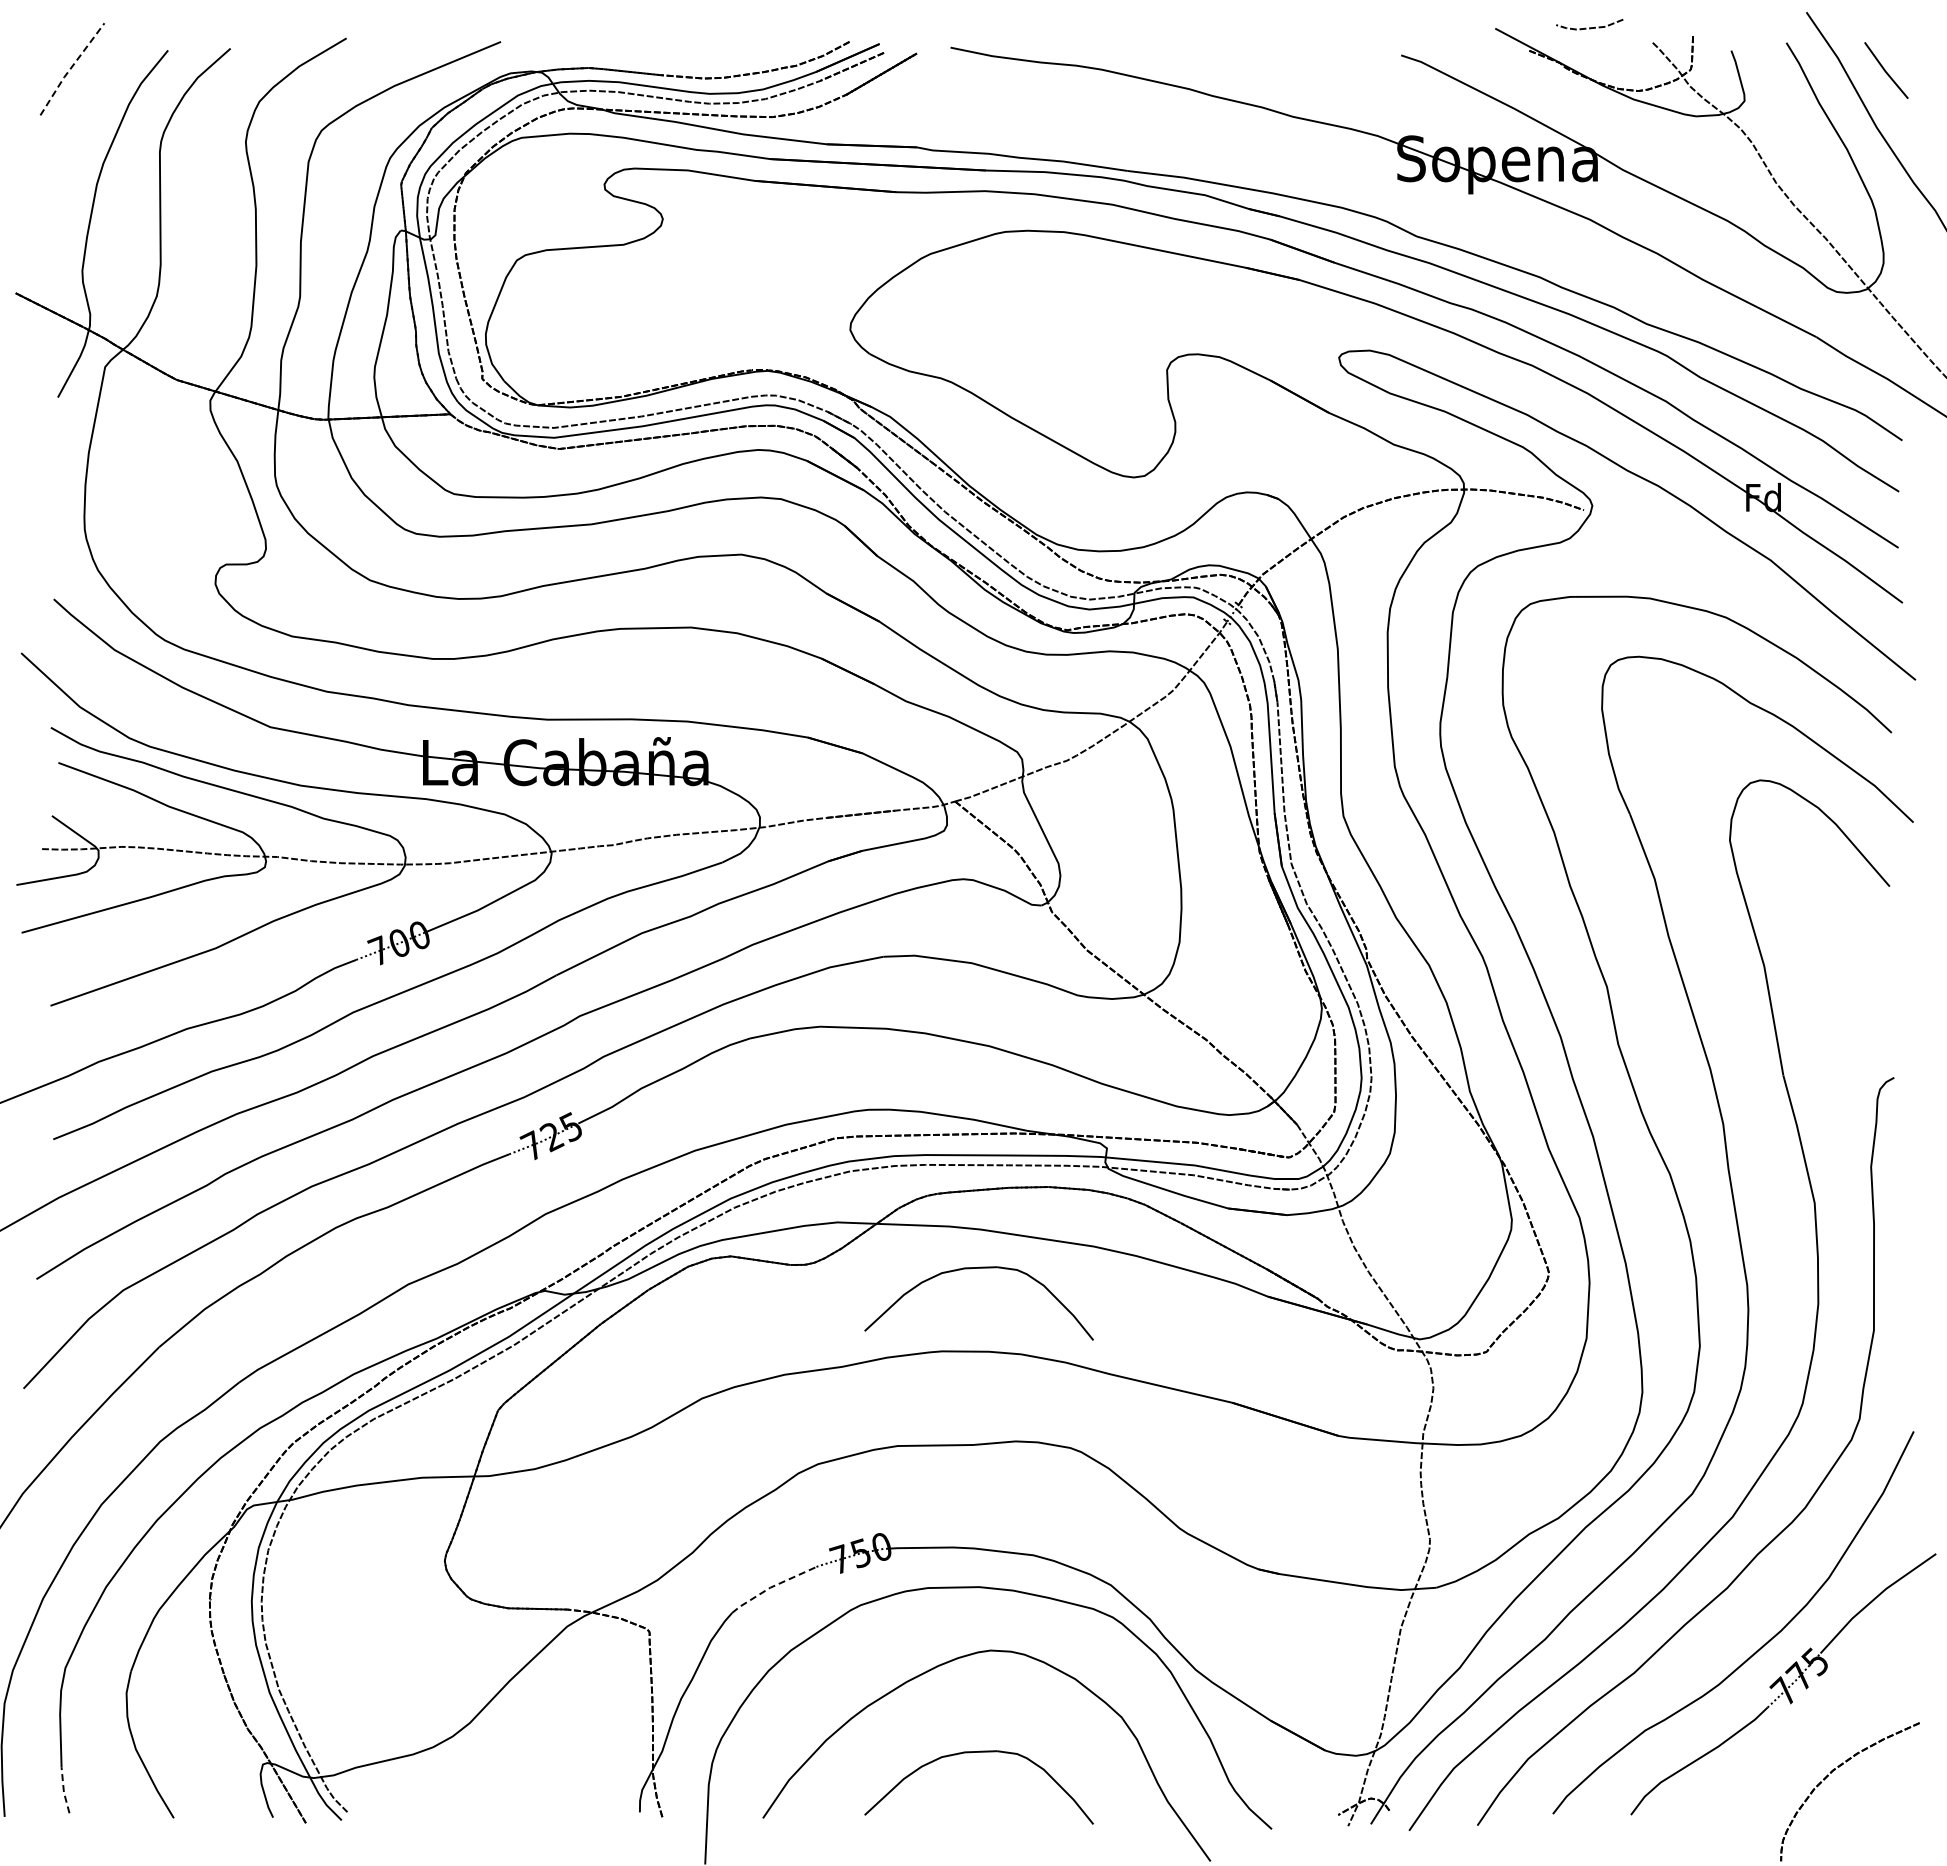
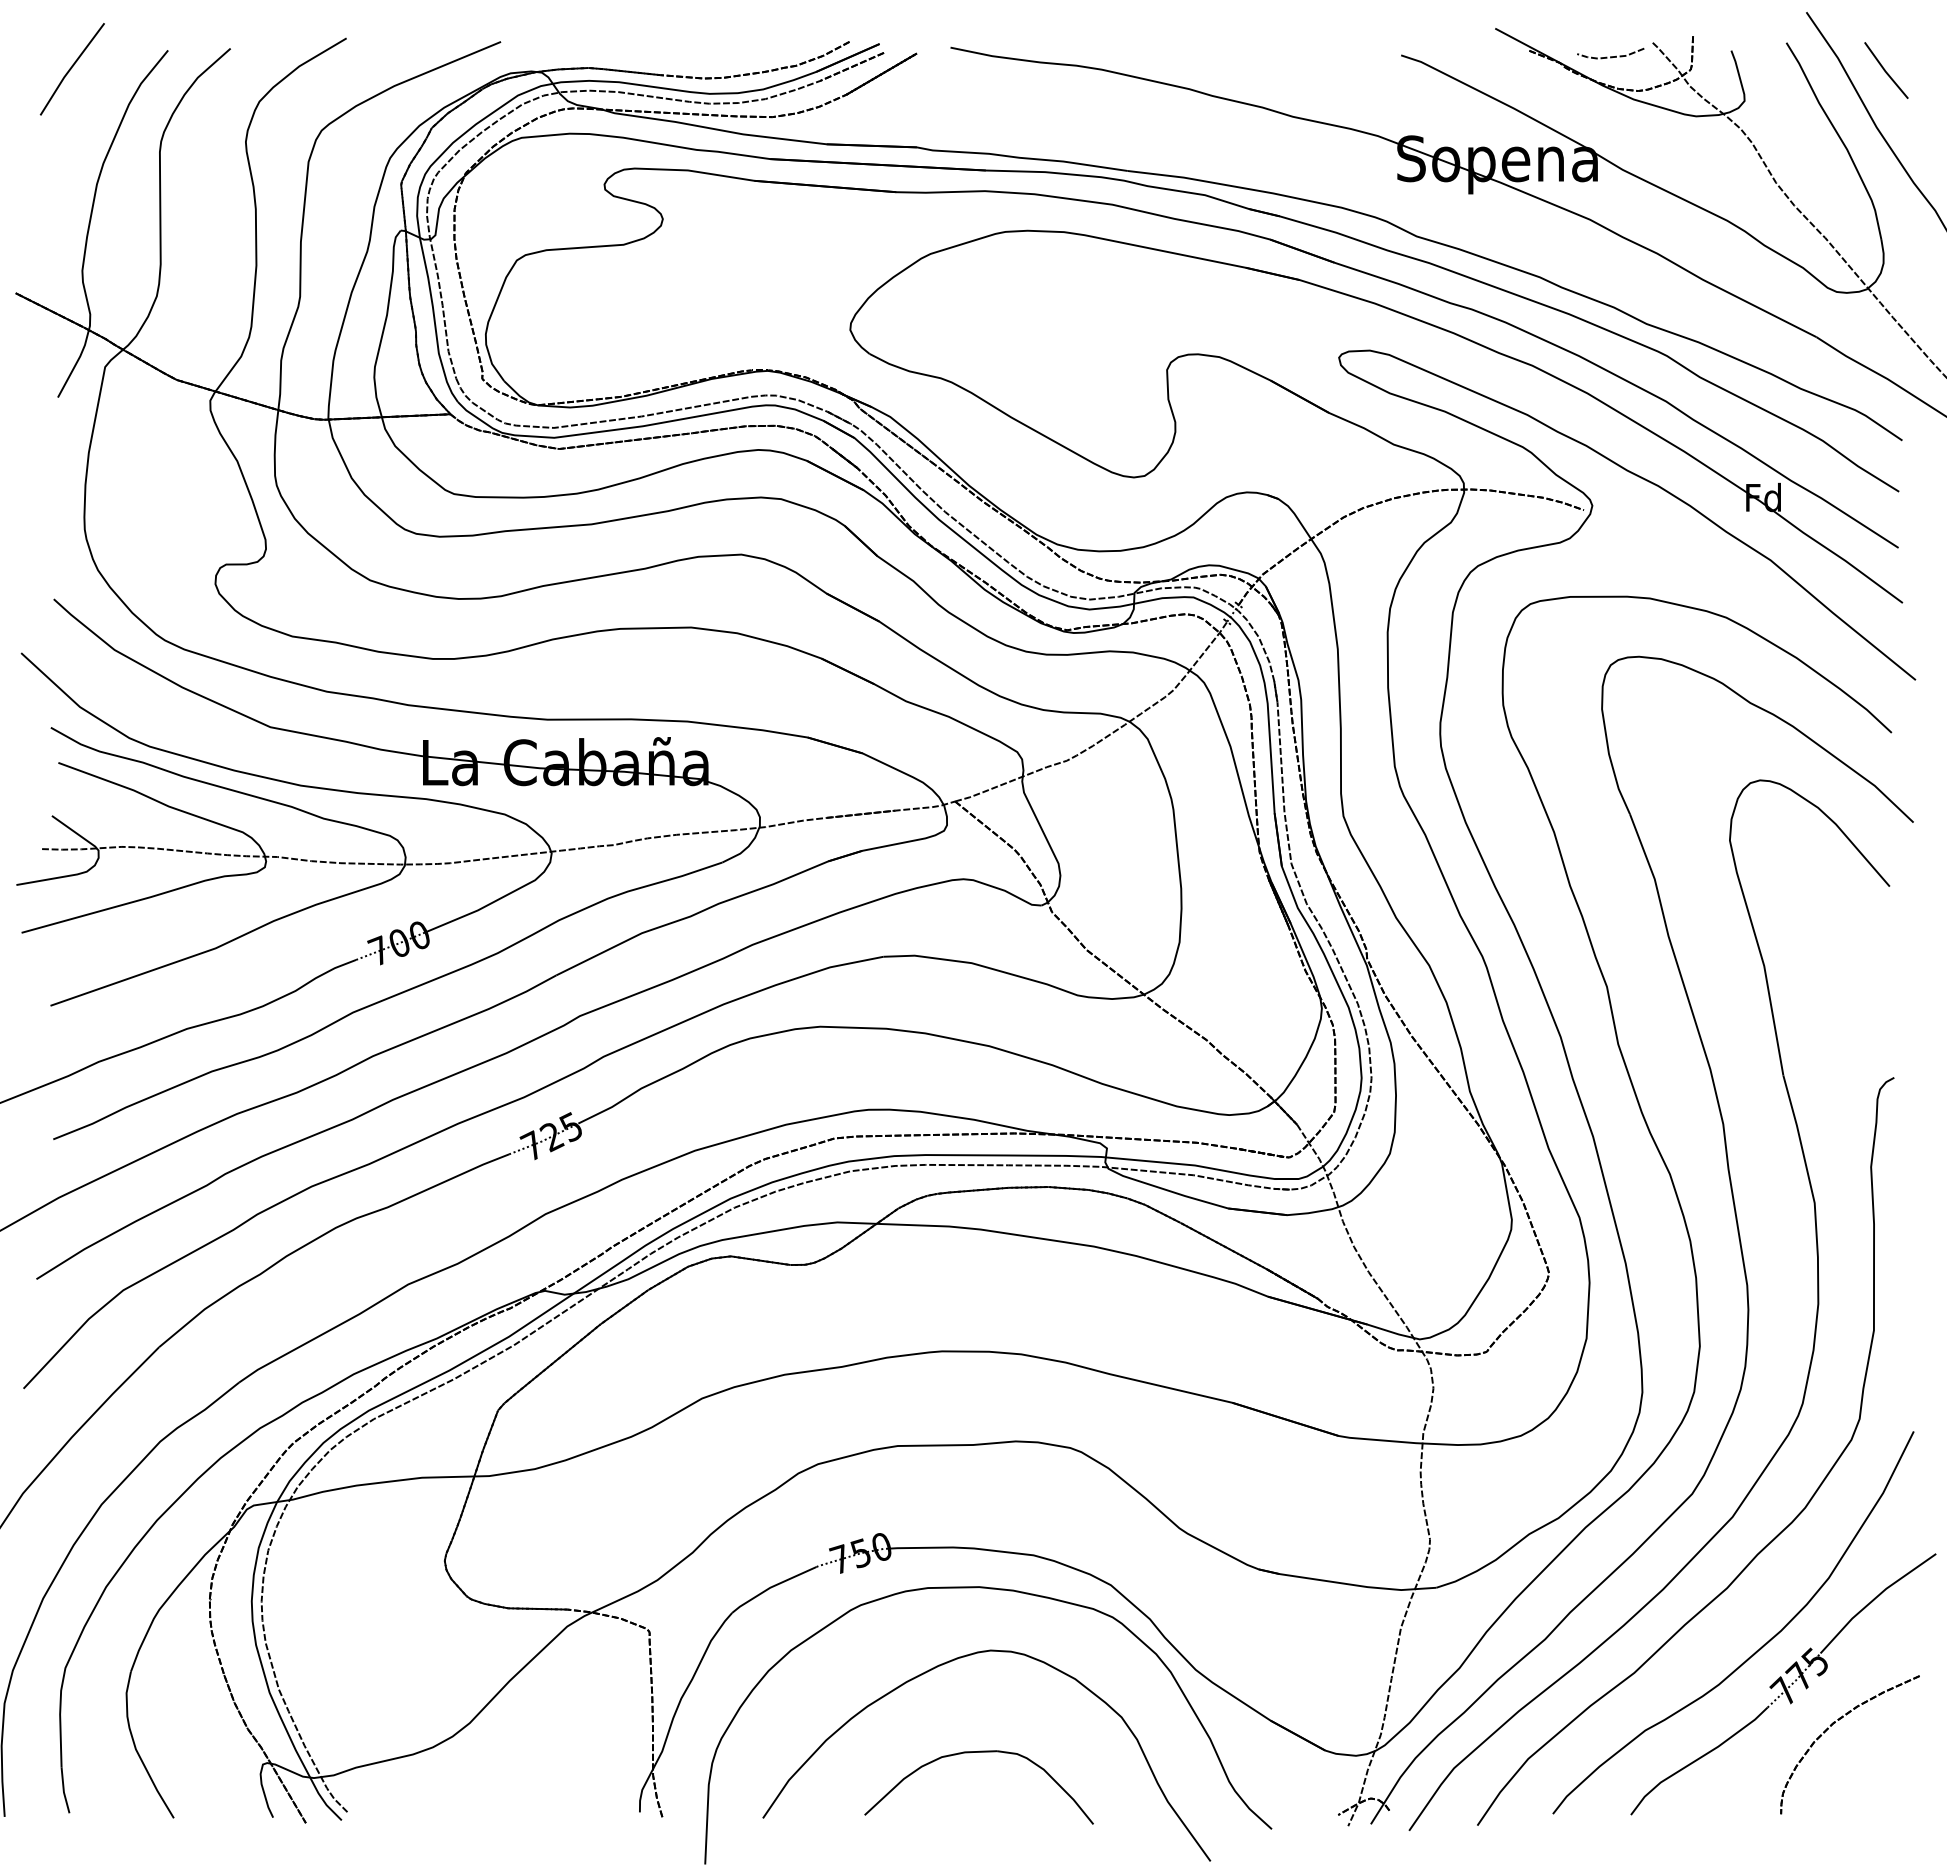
line at (1589, 27) position: (1589, 27) -> (1610, 56)
line at (70, 68): dashed -> solid
part at (970, 1269): present -> none
line at (772, 1586): dashed -> solid
part at (1835, 1770) position: (1835, 1770) -> (1835, 1723)
line at (63, 1790): dashed -> solid
